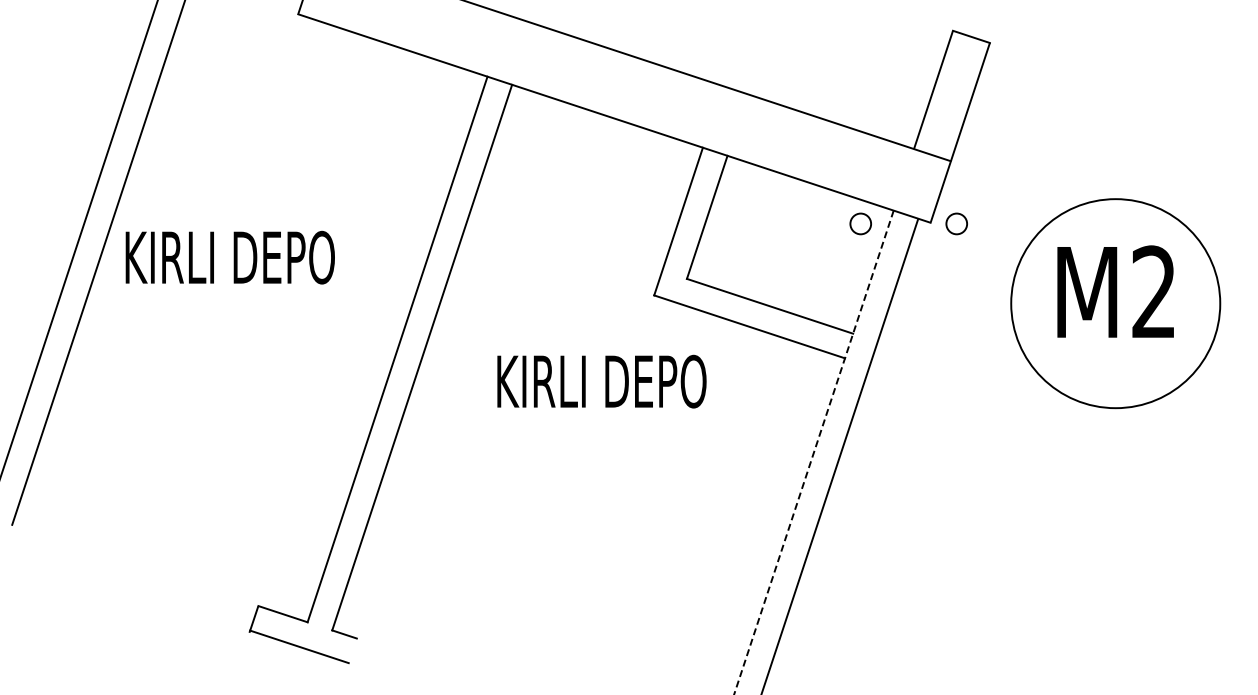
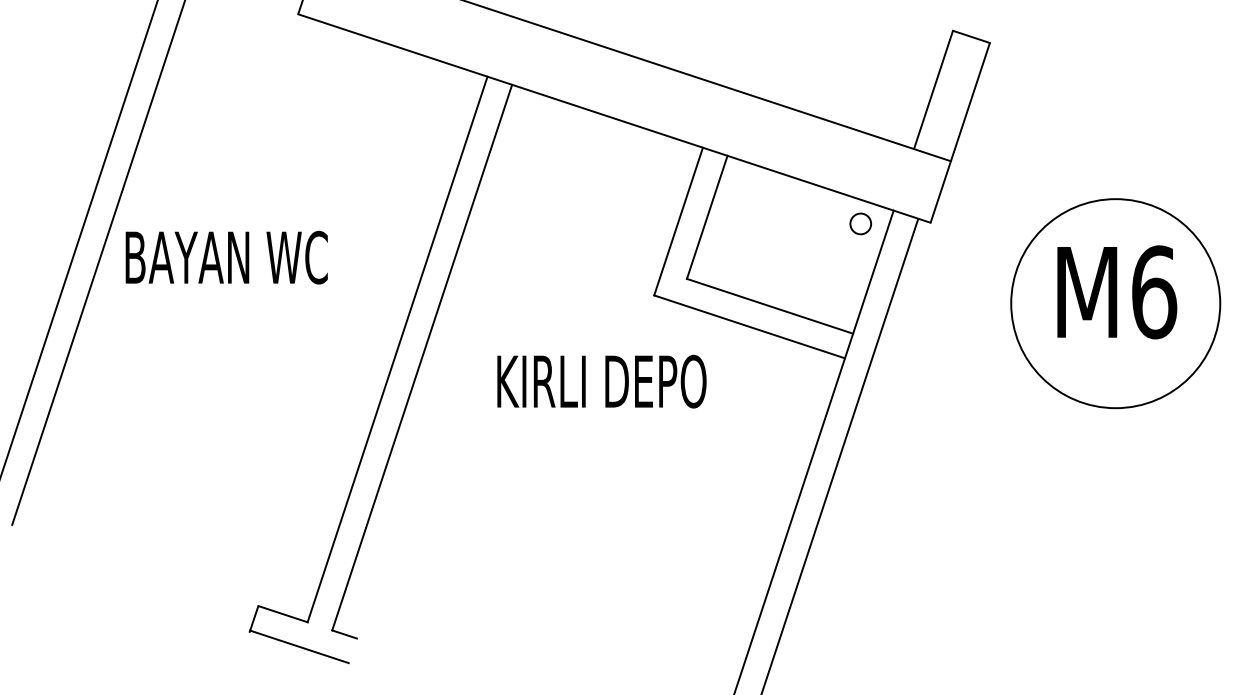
circle at (956, 223): present -> none
text at (231, 257): KIRLI DEPO -> BAYAN WC
text at (1154, 292): M2 -> M6
line at (813, 452): dashed -> solid
